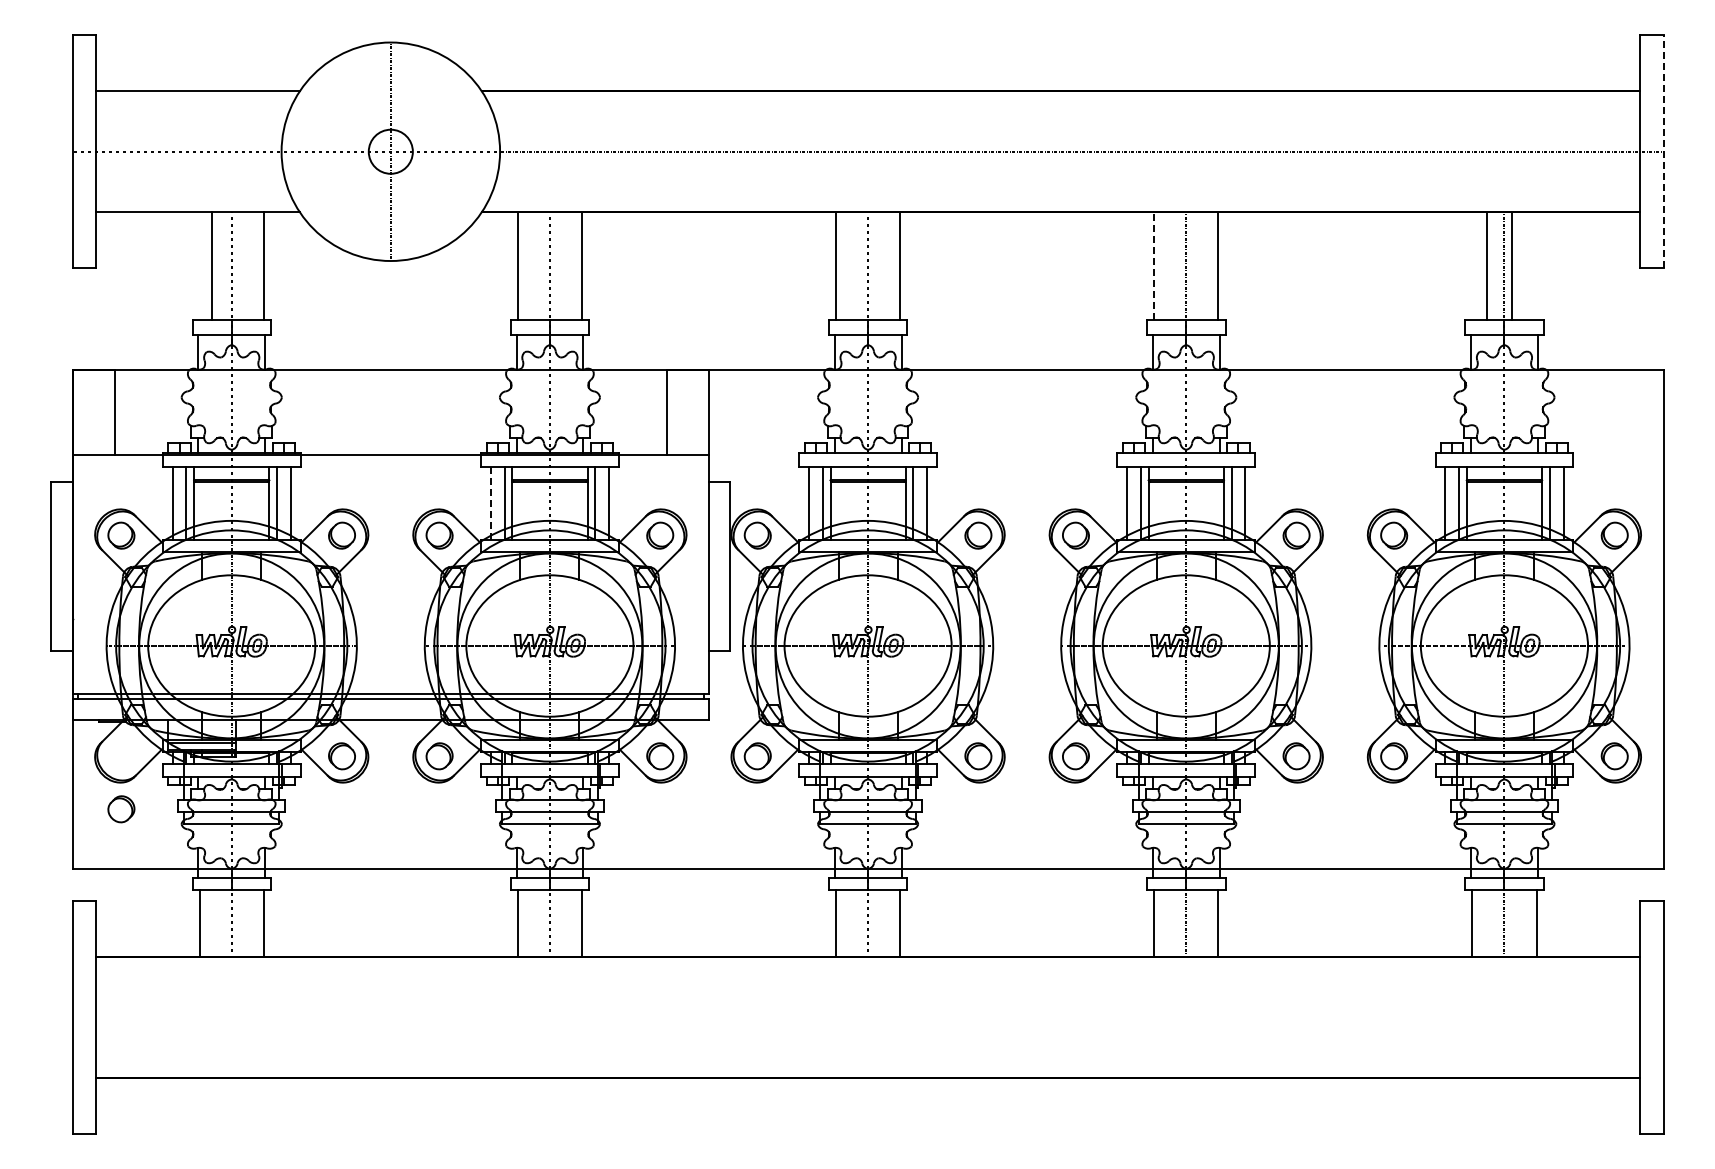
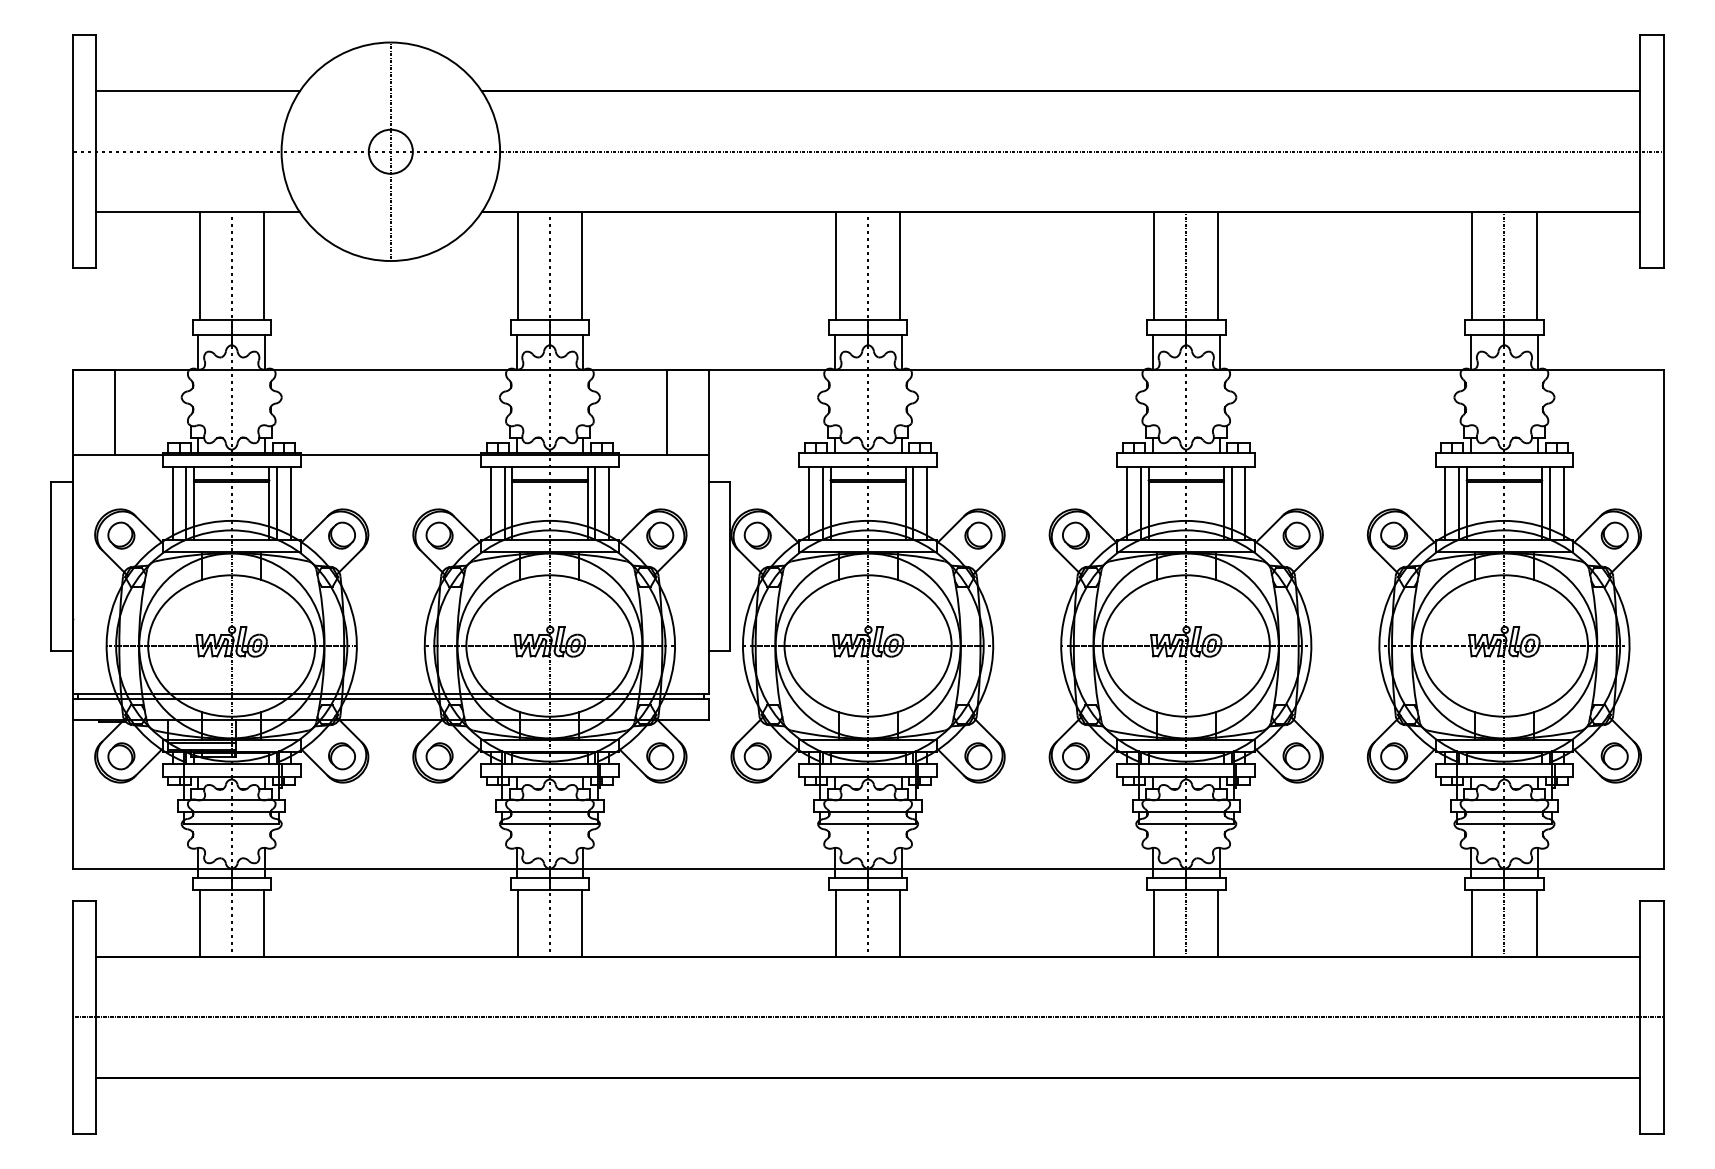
line at (1663, 151): dashed -> solid
line at (211, 266) position: (211, 266) -> (199, 266)
line at (1154, 266): dashed -> solid
line at (1487, 266) position: (1487, 266) -> (1472, 266)
line at (1512, 266) position: (1512, 266) -> (1536, 266)
line at (490, 504): dashed -> solid
part at (121, 809) position: (121, 809) -> (121, 756)
line at (867, 1017): none -> present
